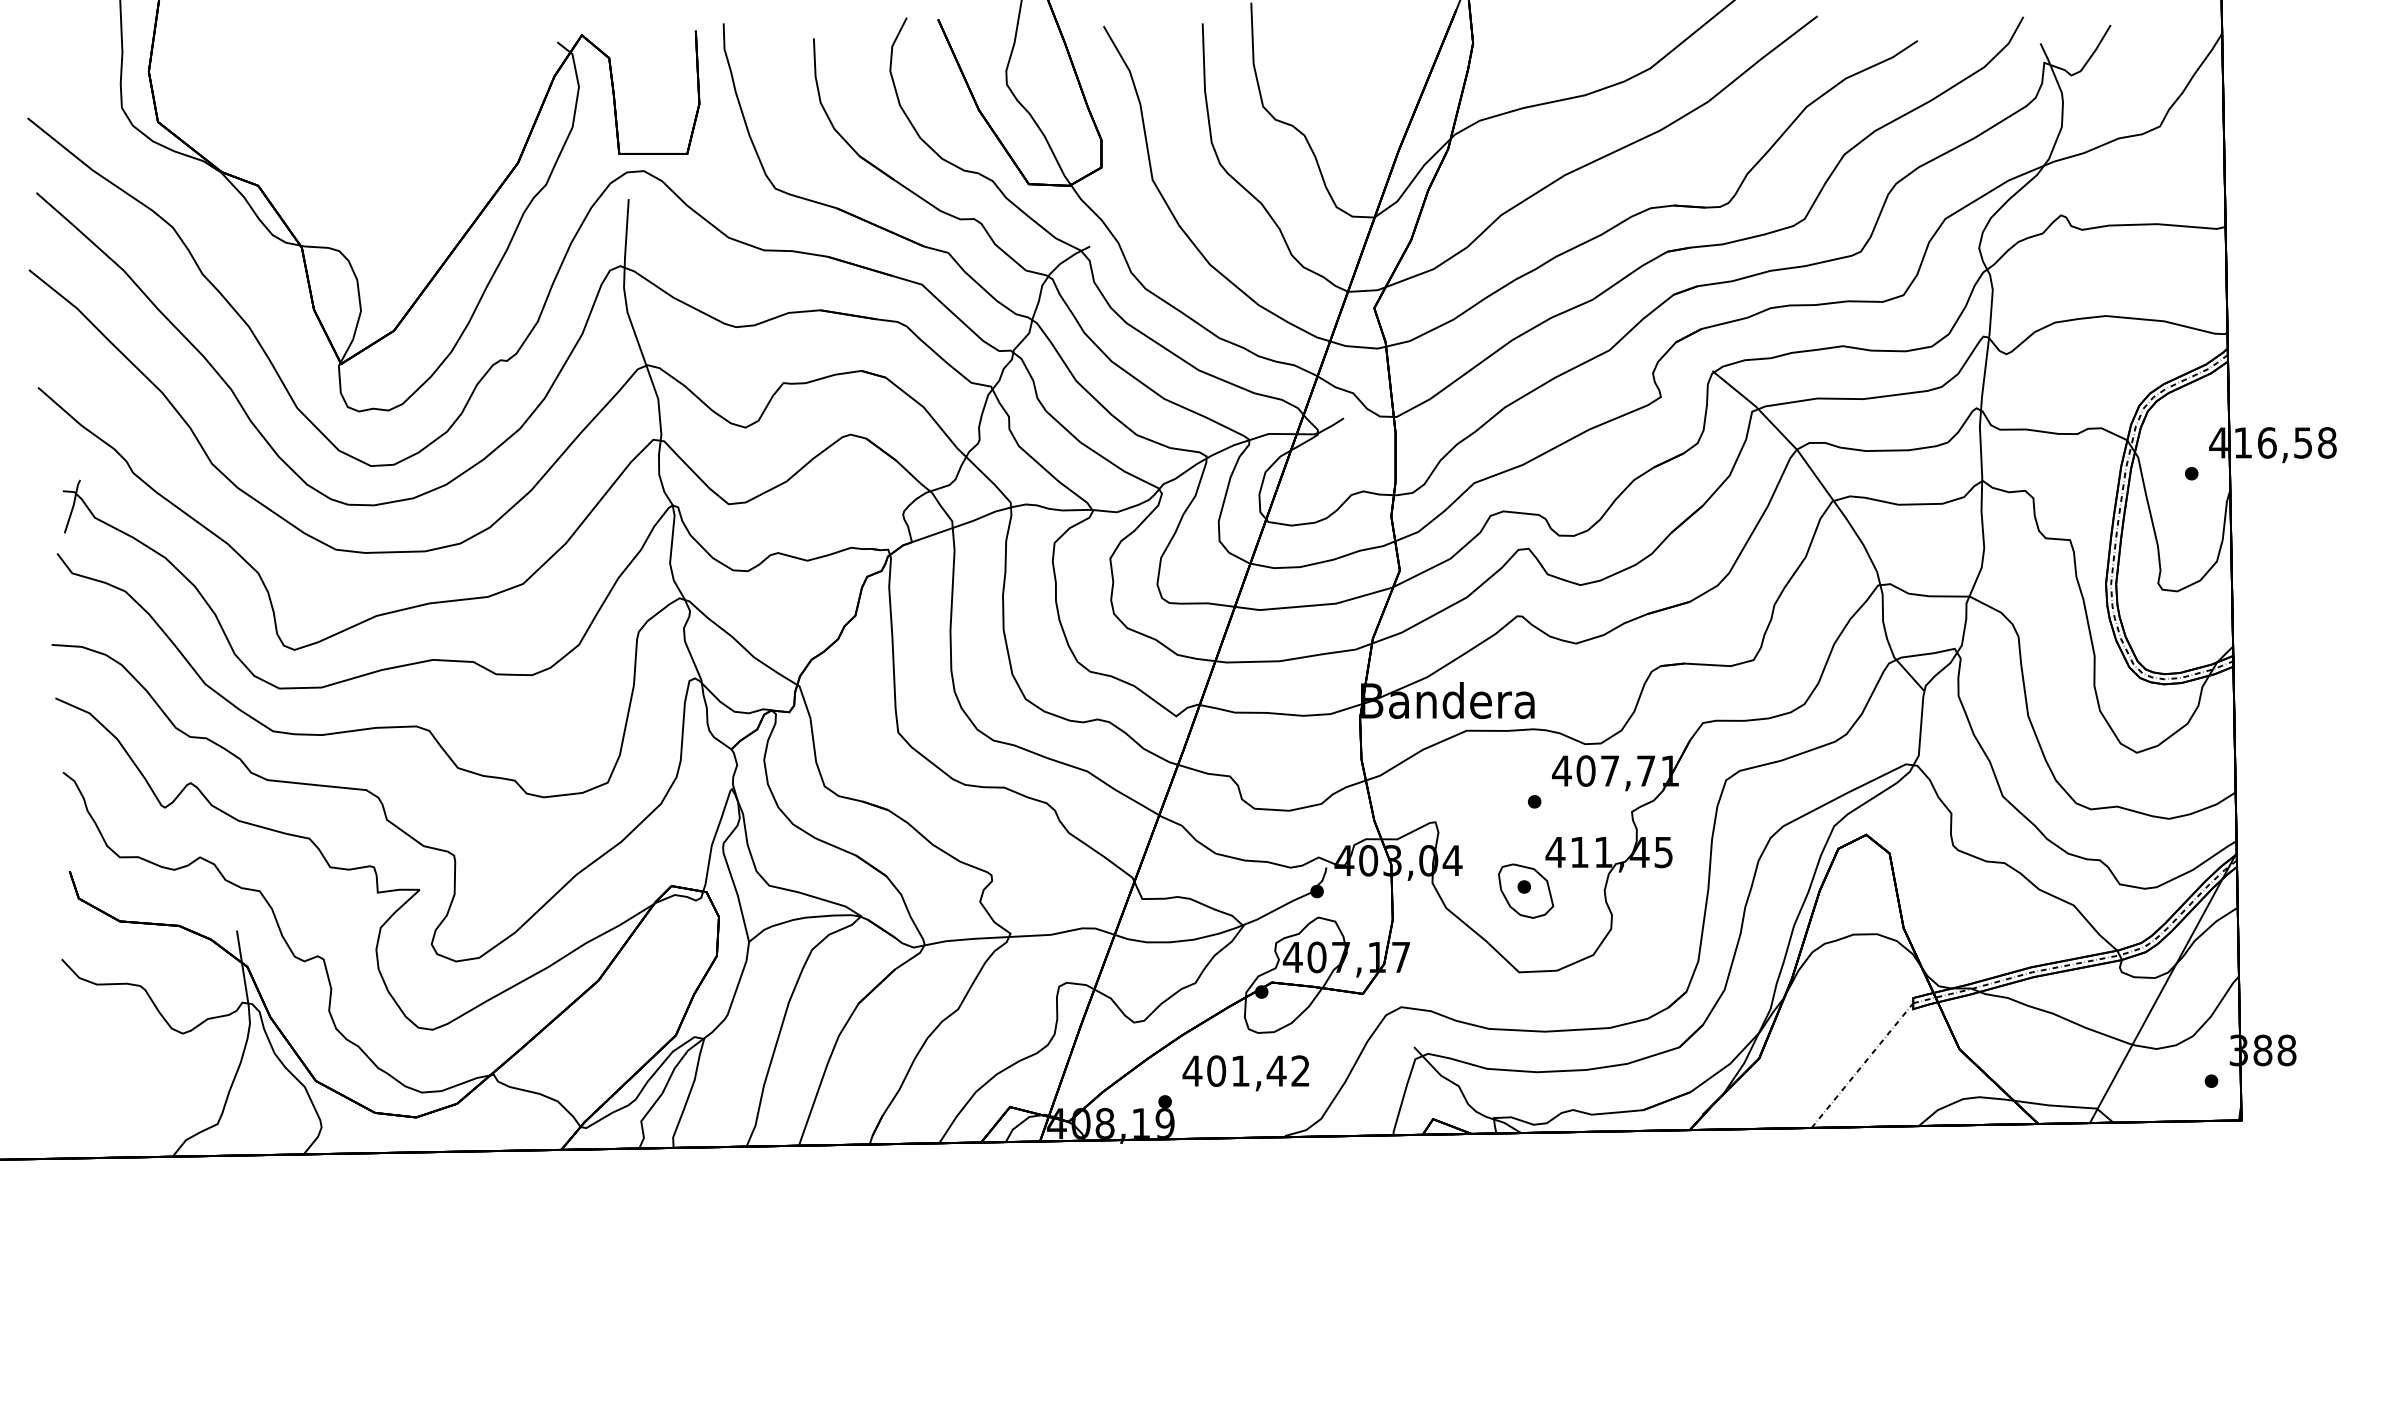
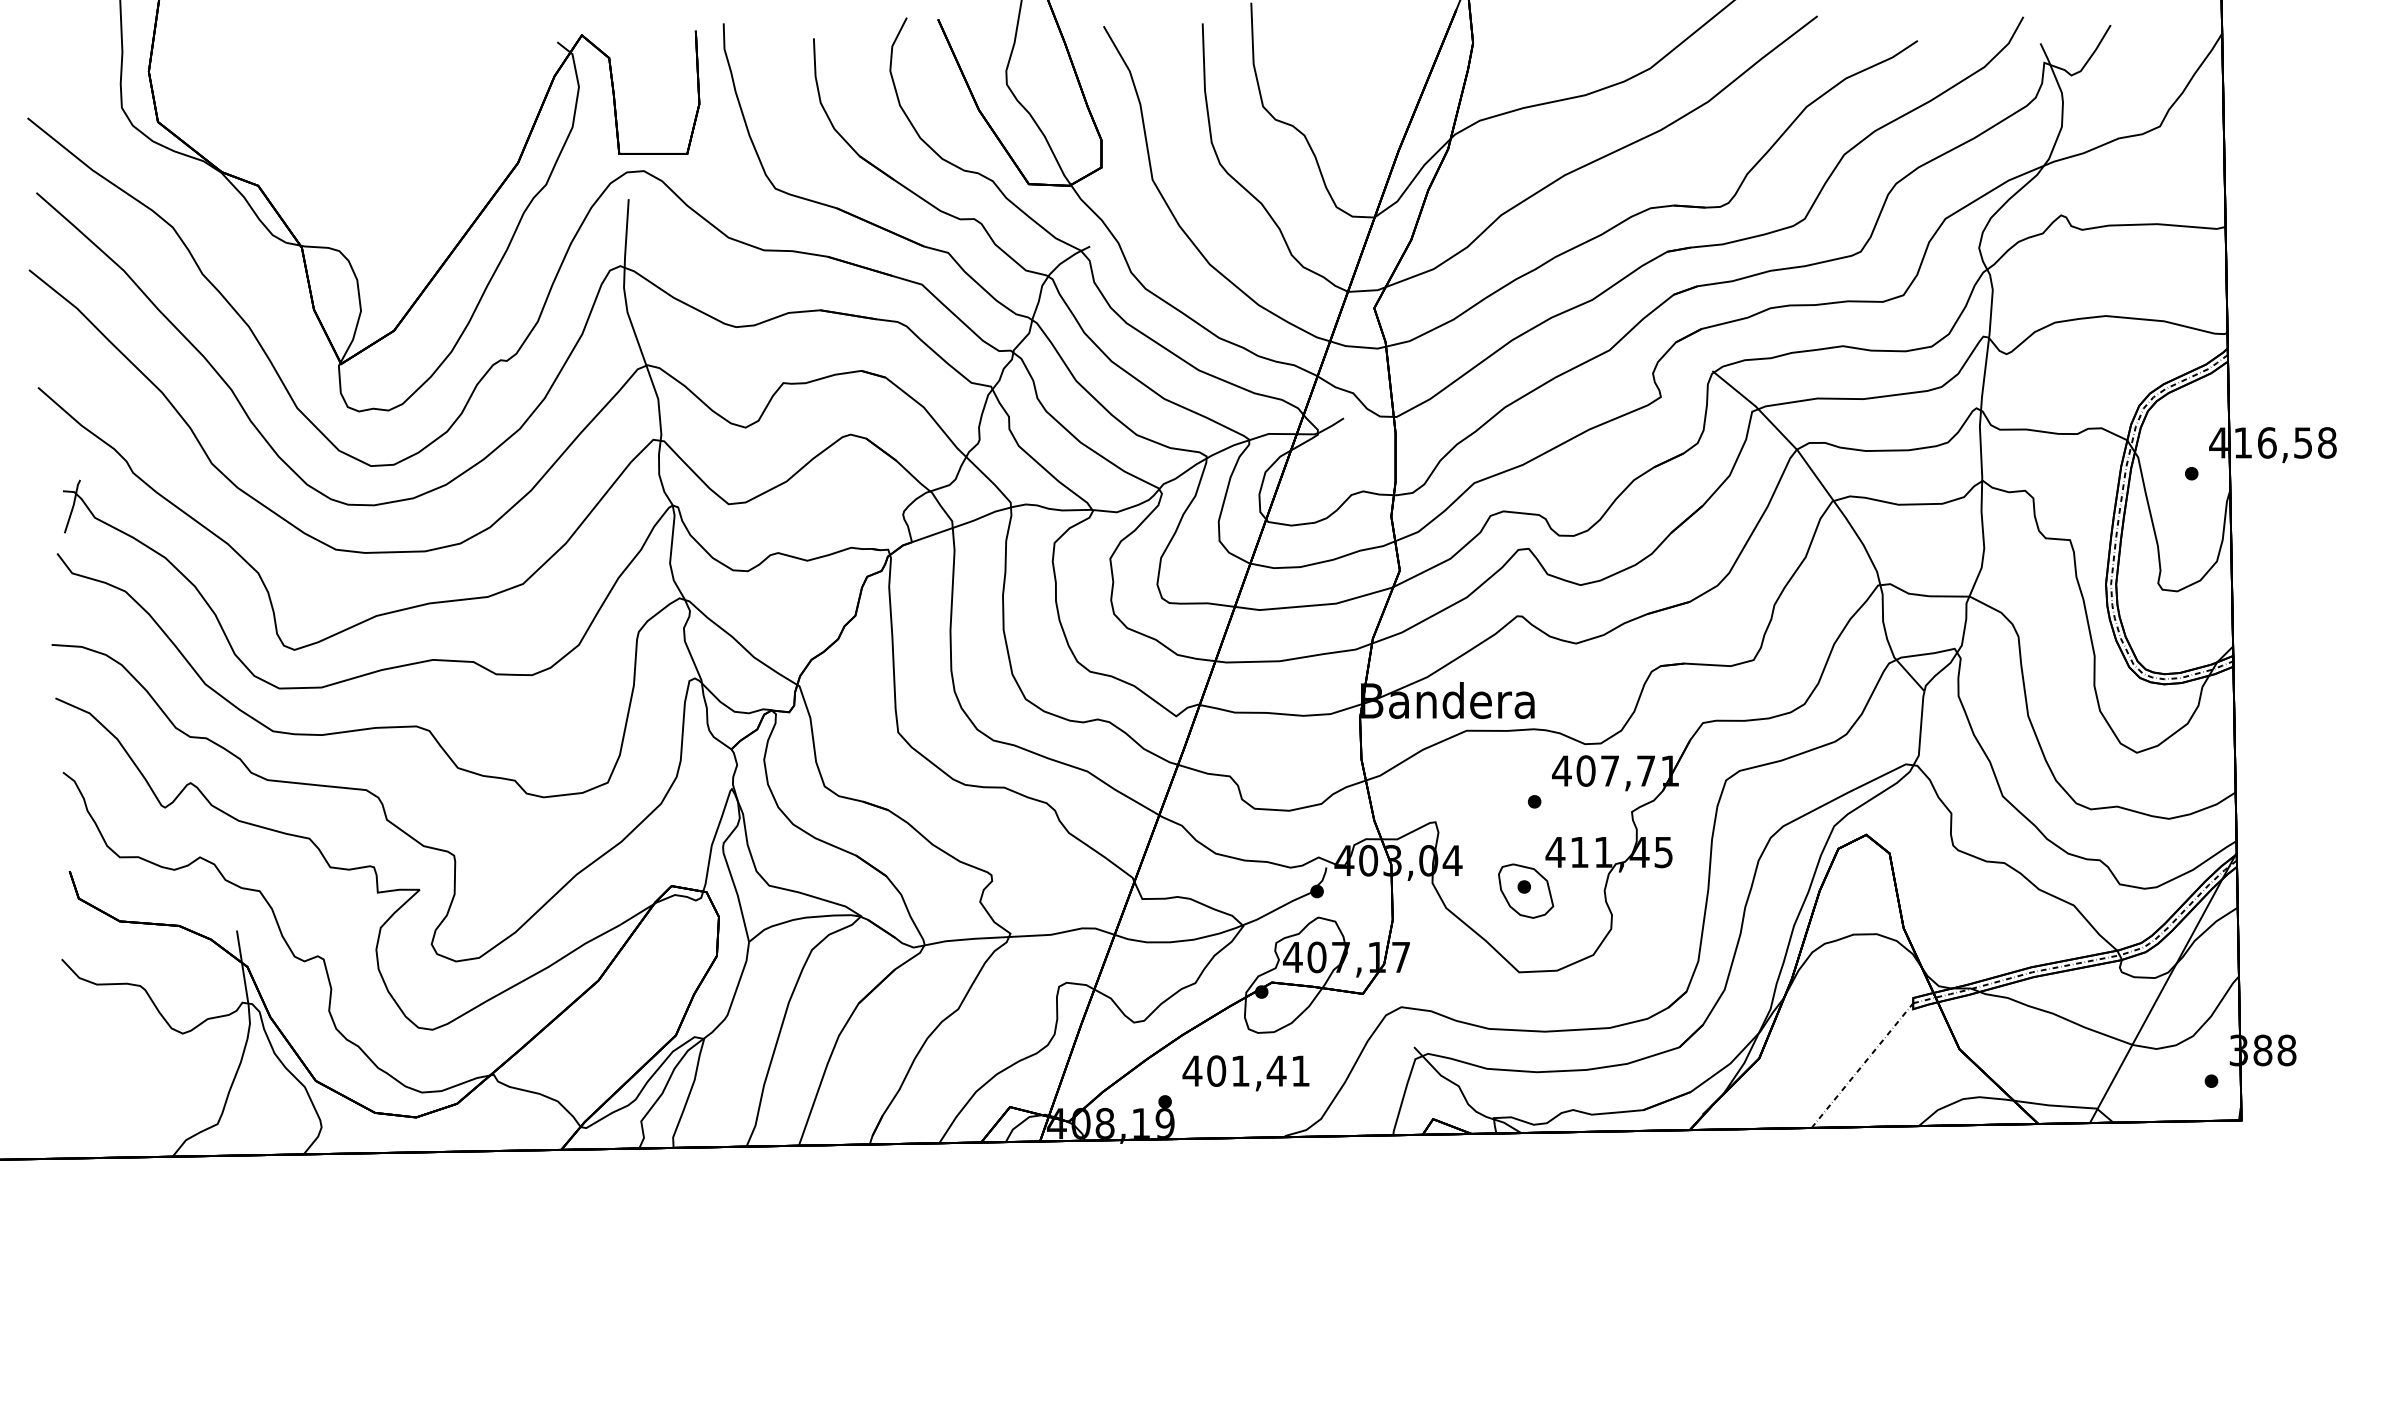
text at (1300, 1070): 401,42 -> 401,41
